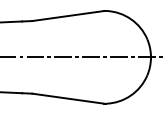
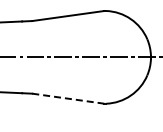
line at (68, 98): solid -> dashed
